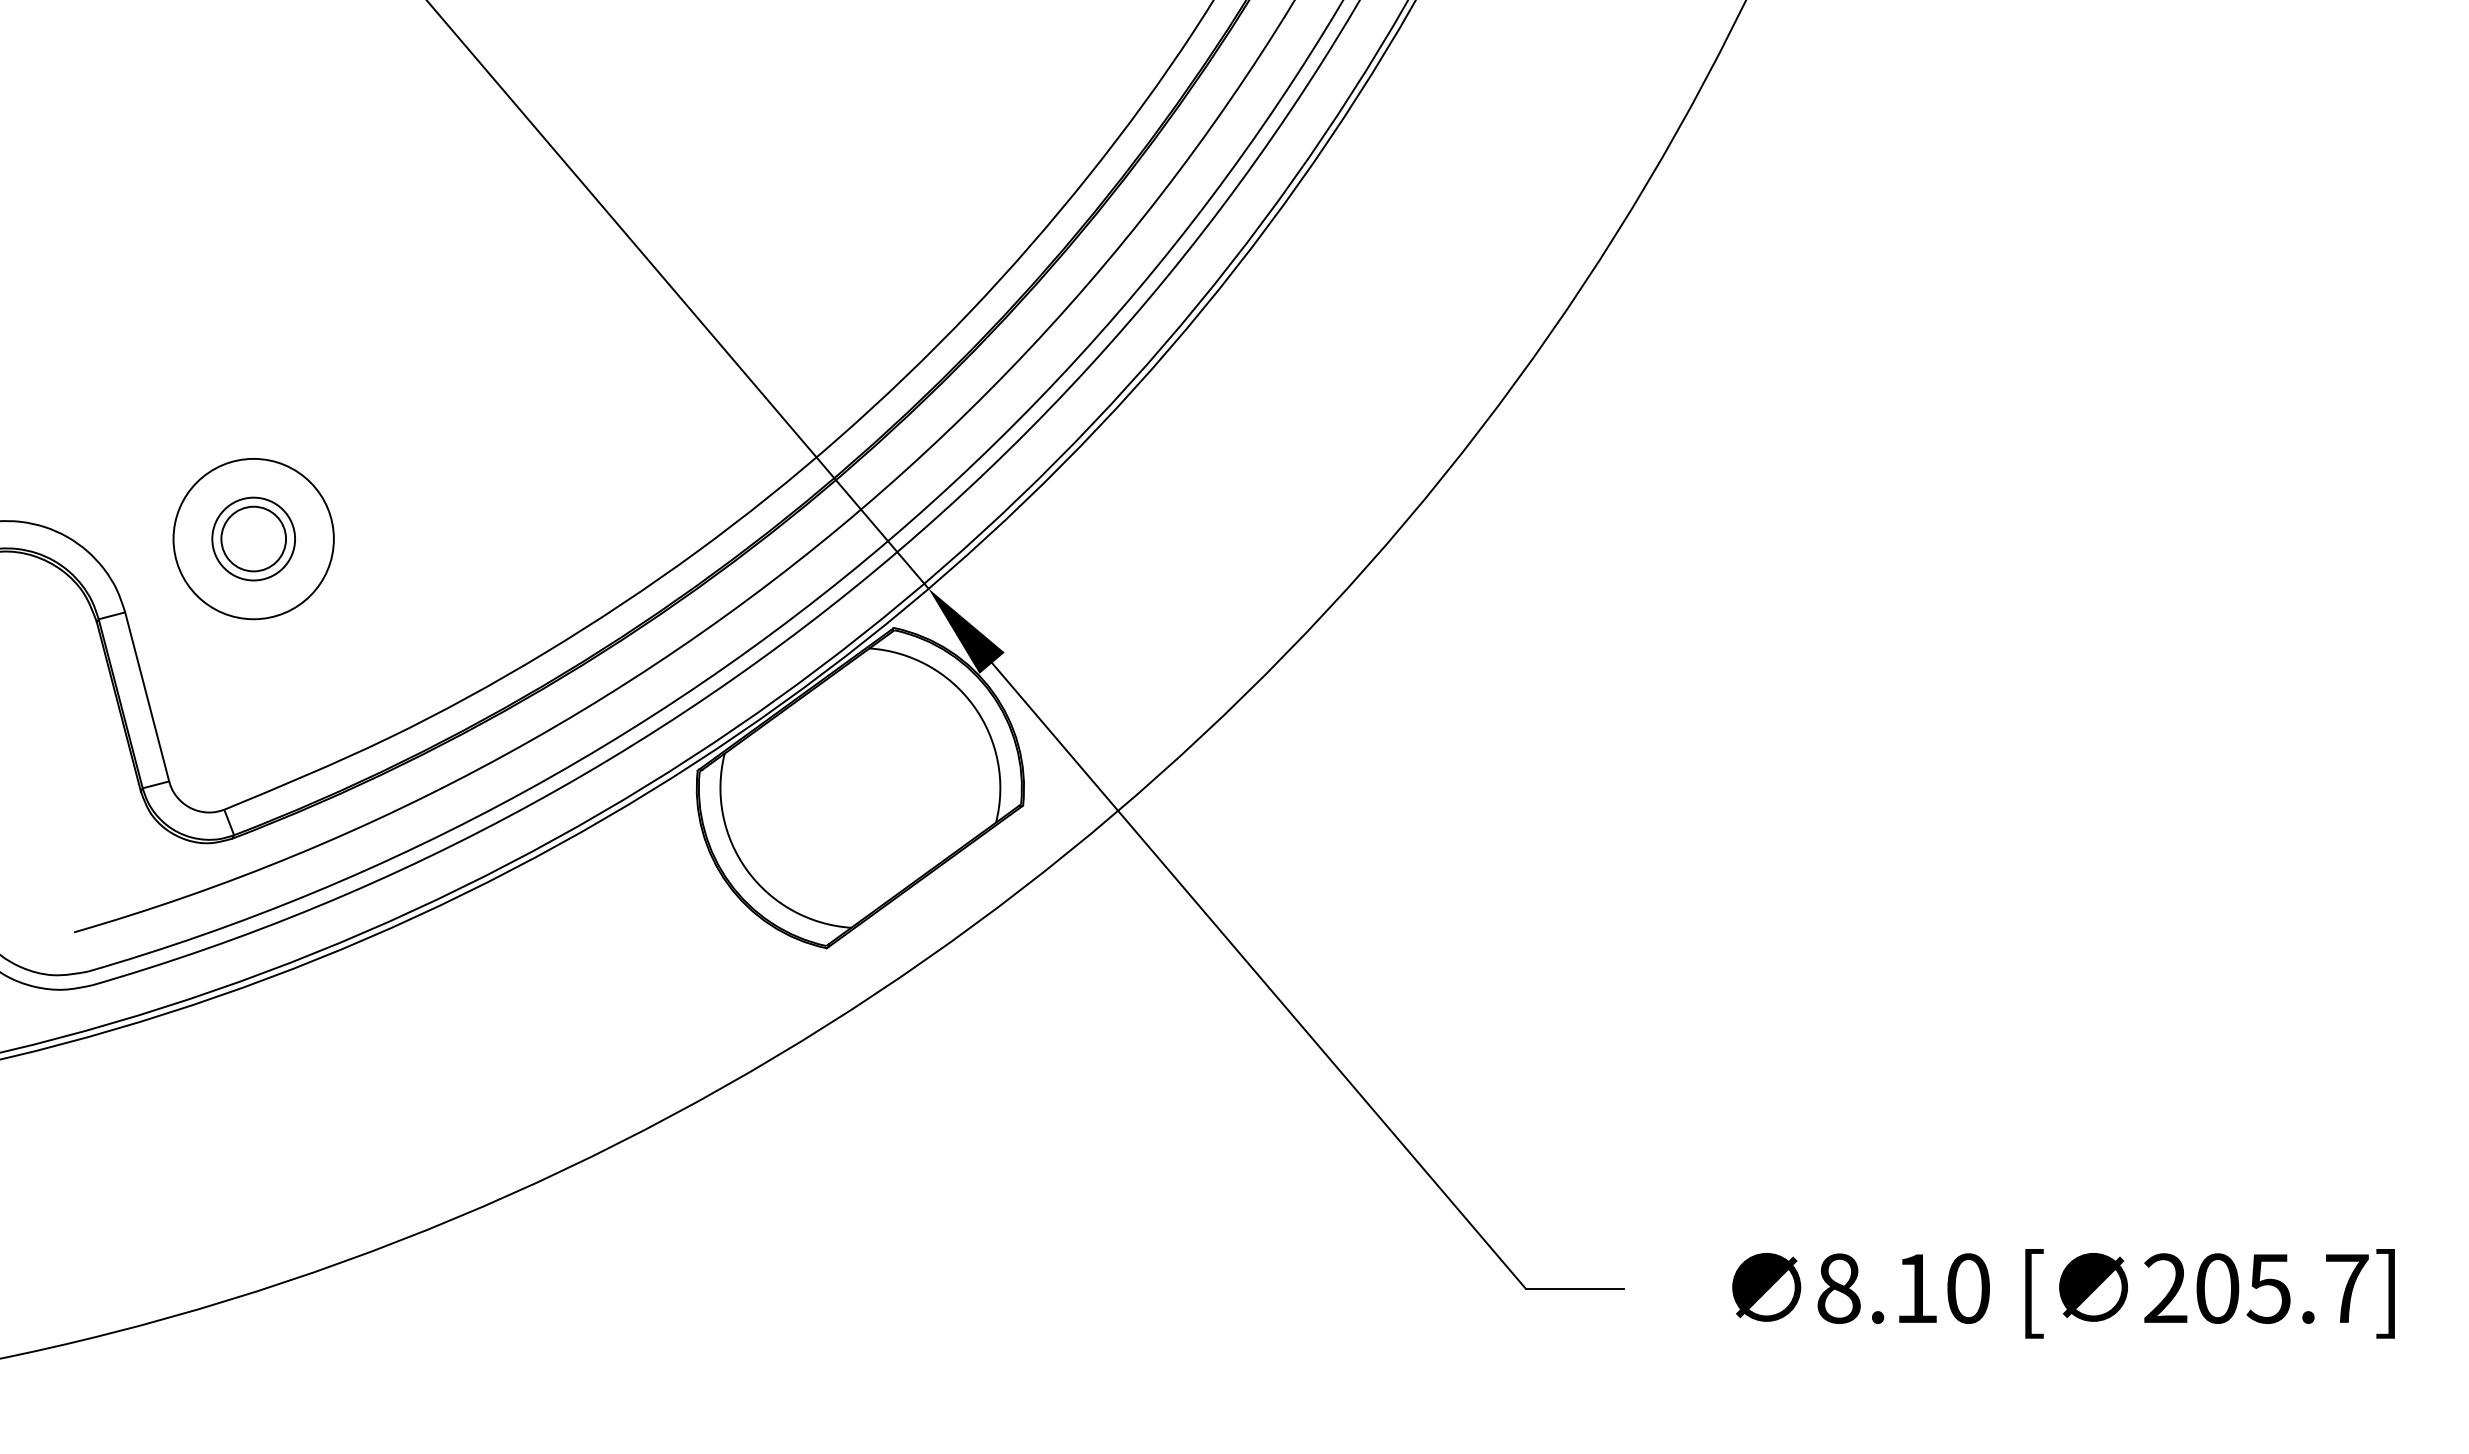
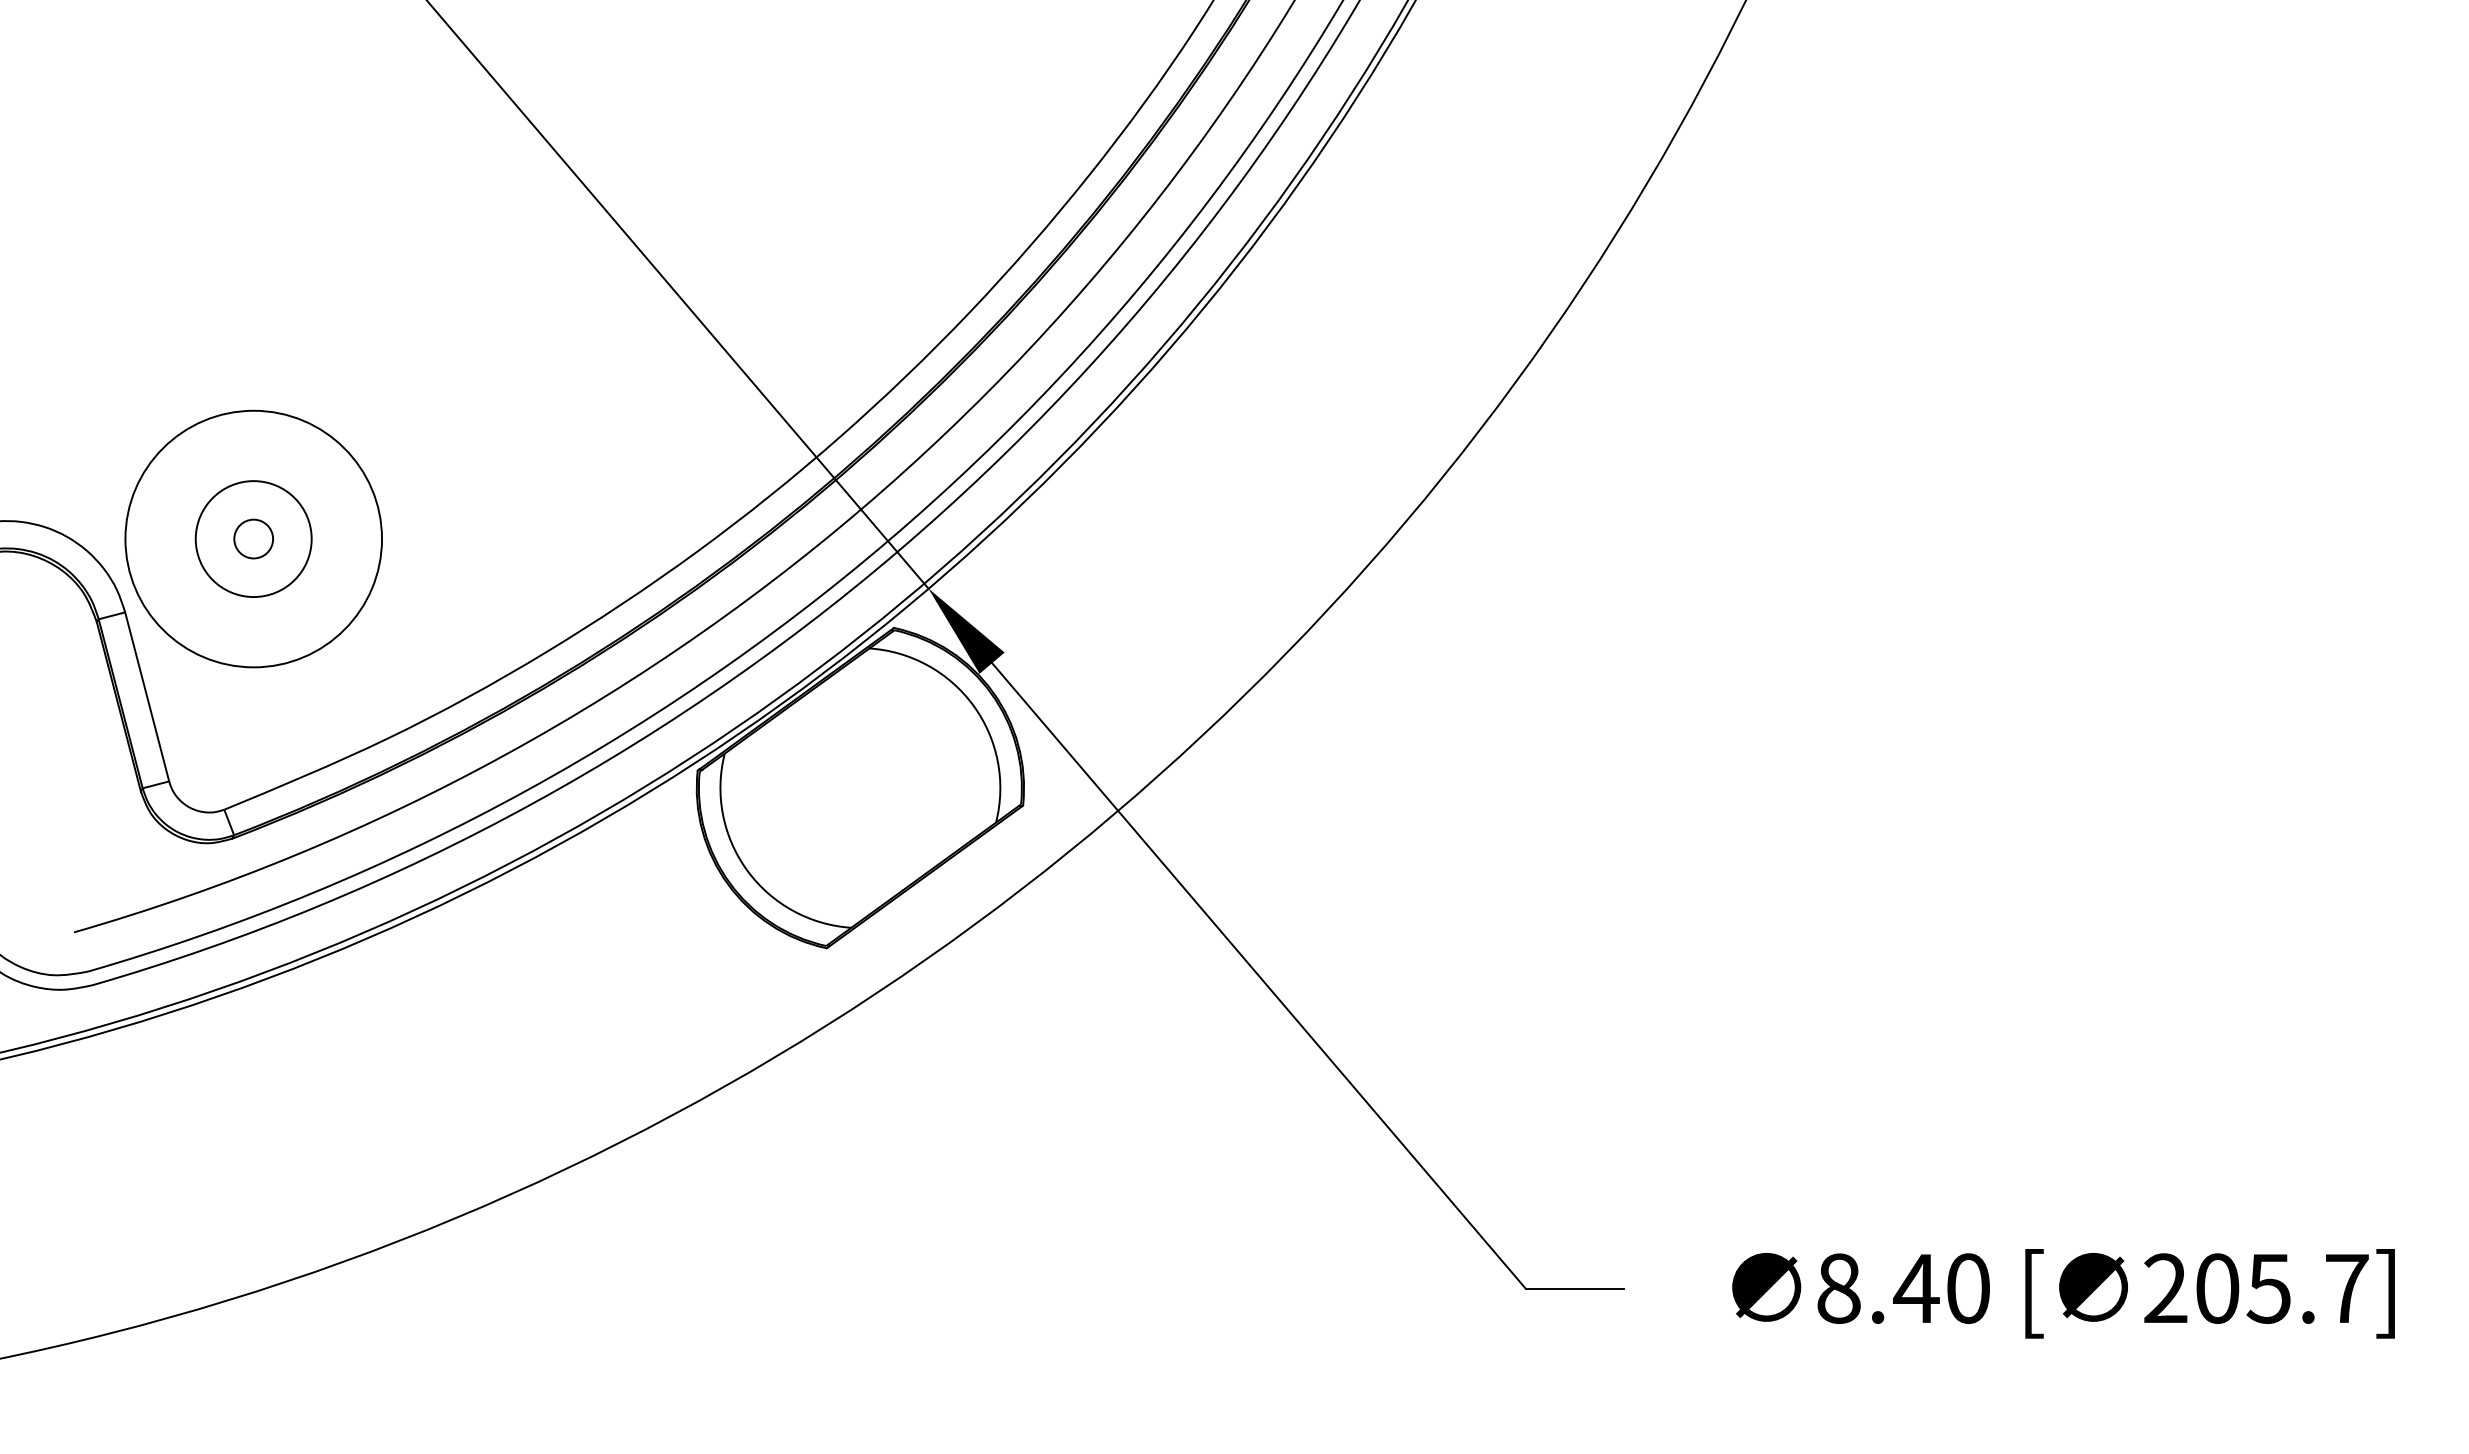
circle at (253, 538) diameter: 160 px -> 257 px
circle at (253, 538) diameter: 65 px -> 39 px
circle at (253, 538) diameter: 83 px -> 116 px
text at (1916, 1288): 8.10 -> 8.40
